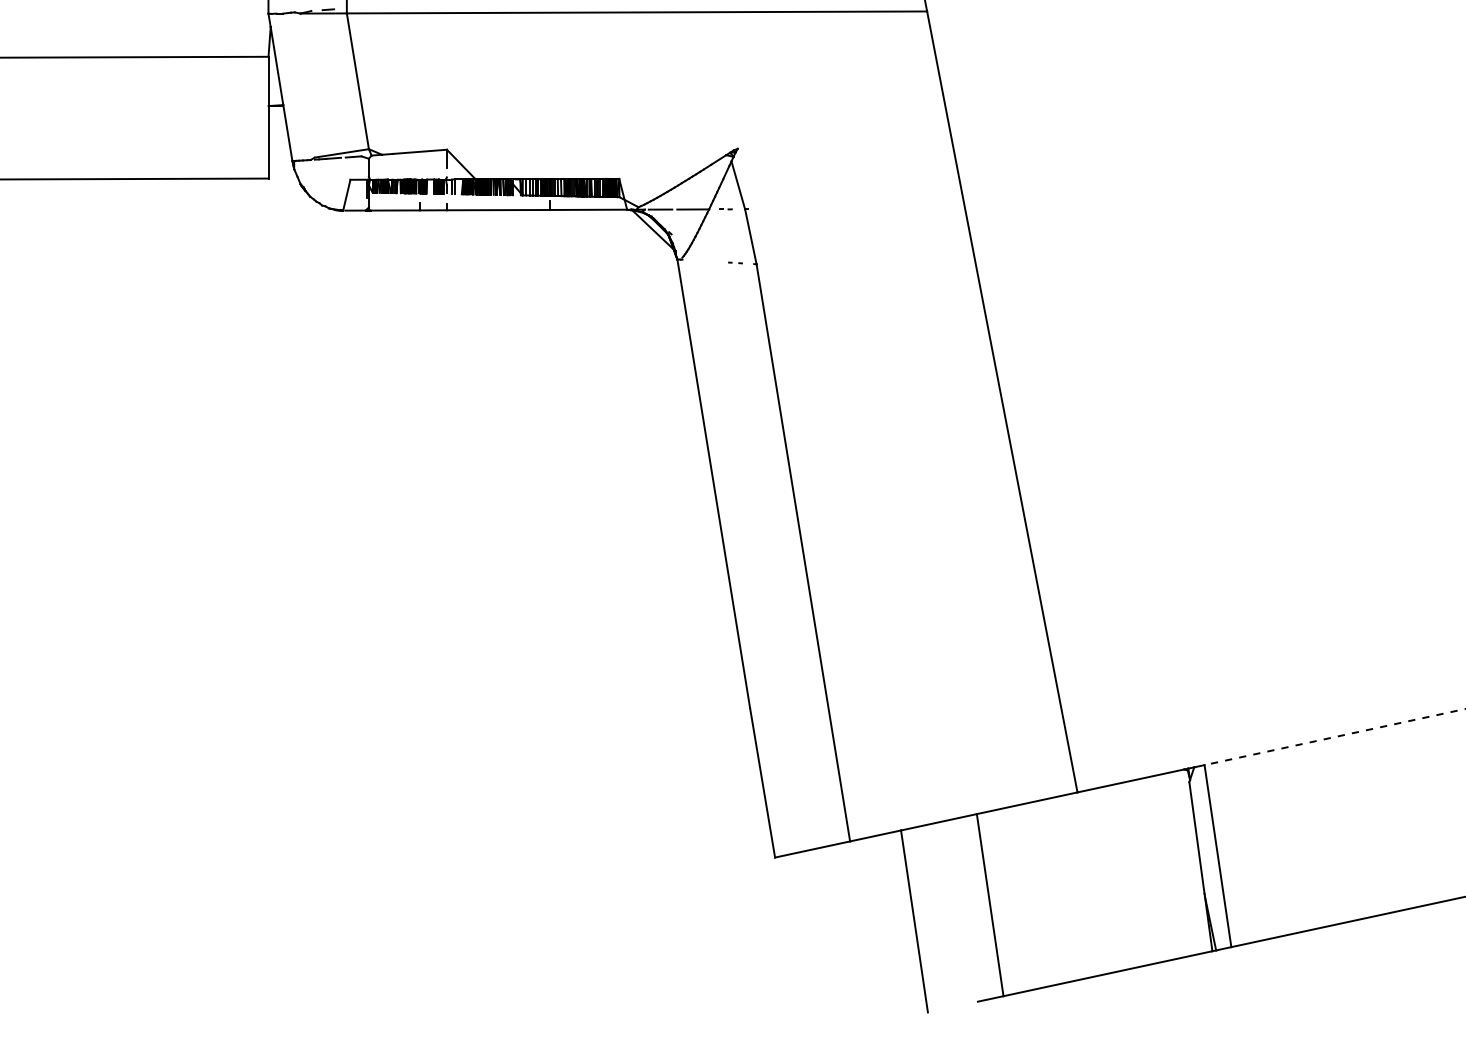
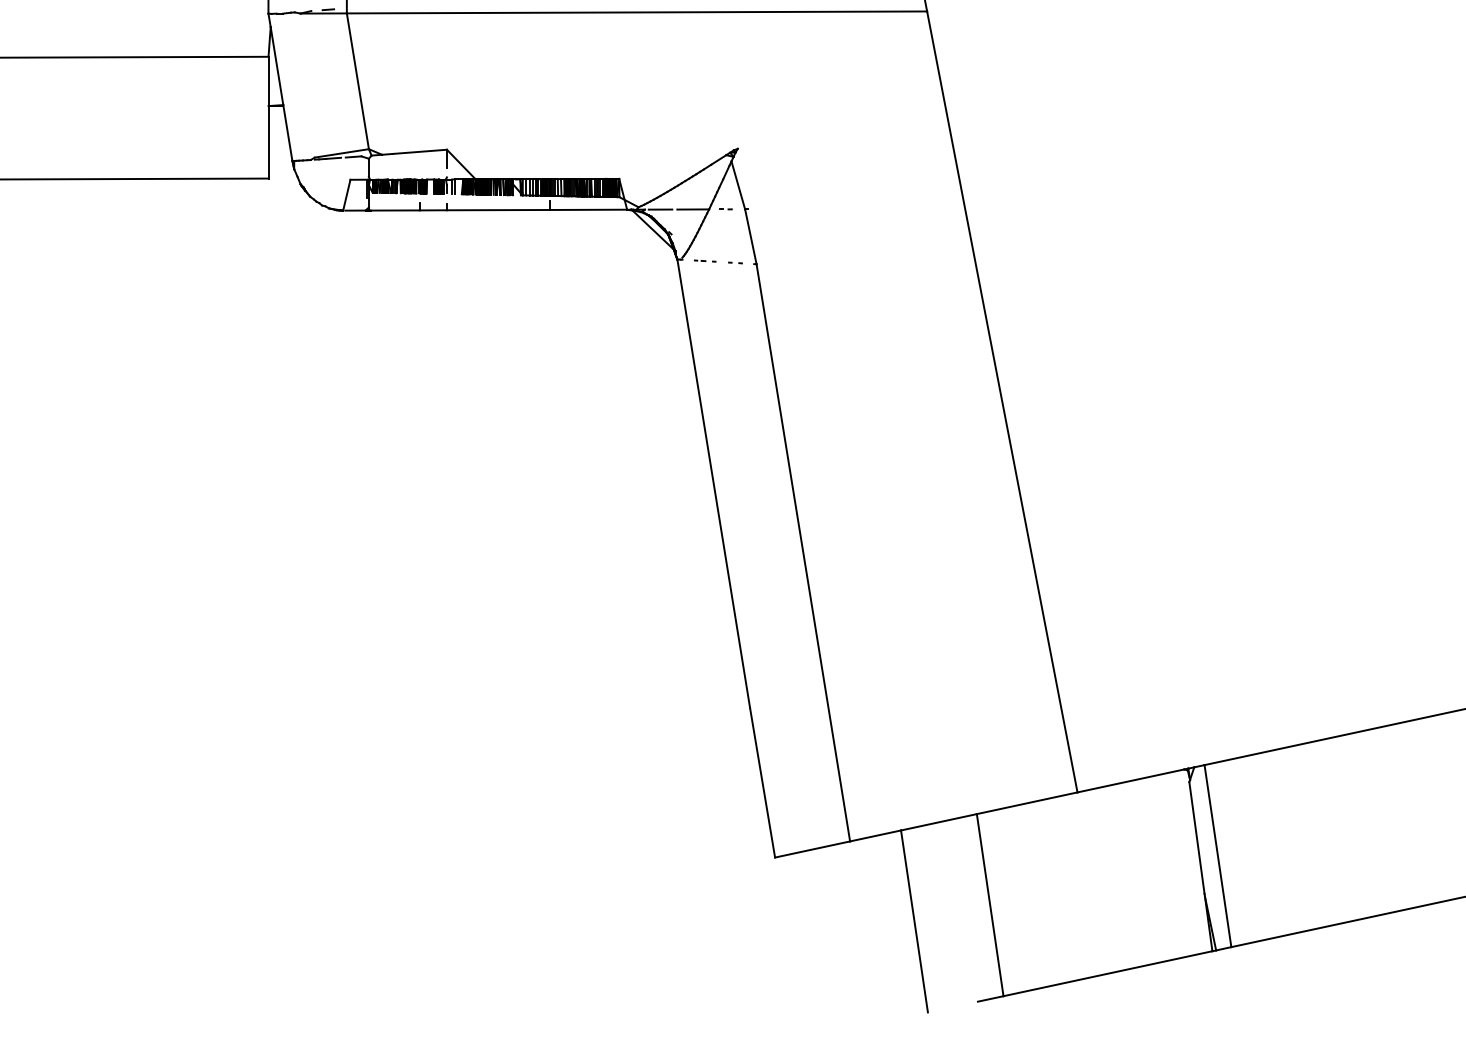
part at (705, 260): none -> present
line at (1334, 737): dashed -> solid
